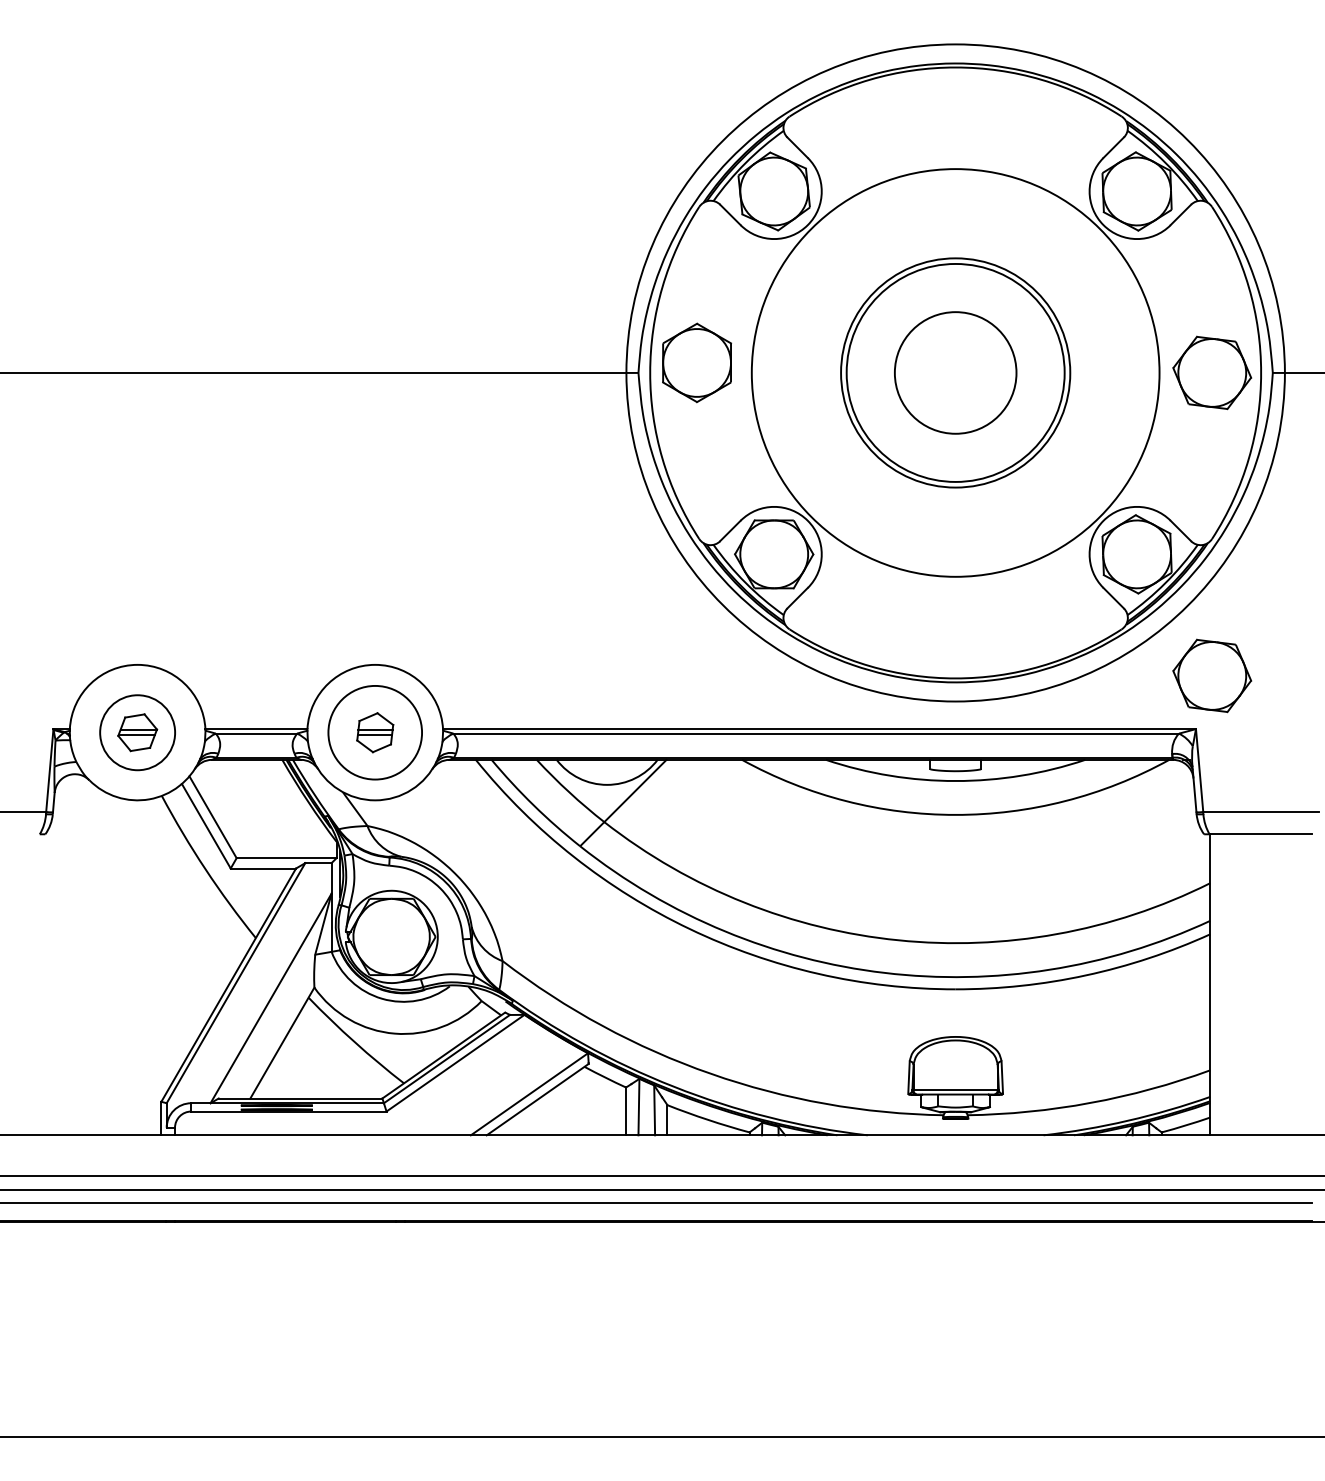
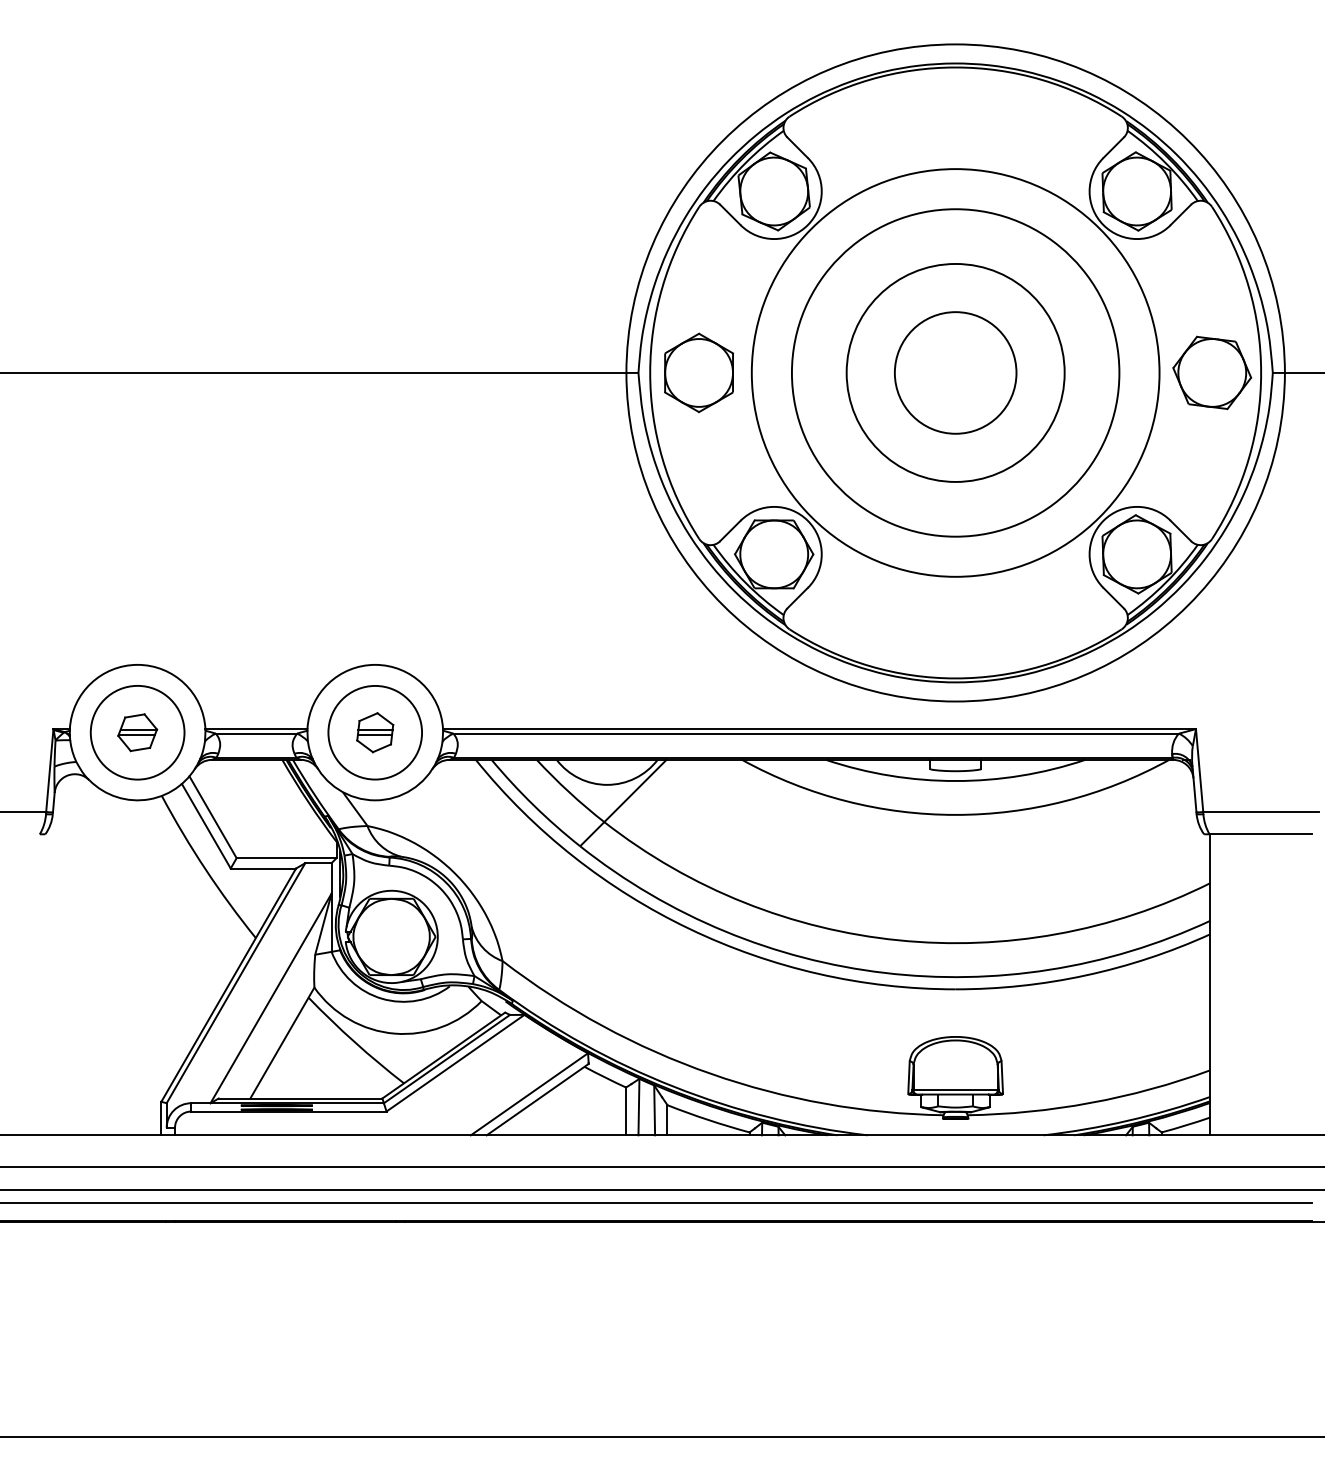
part at (696, 362) position: (696, 362) -> (698, 372)
circle at (955, 372) diameter: 229 px -> 327 px
part at (1212, 675): present -> none
circle at (137, 732) diameter: 75 px -> 94 px
line at (661, 1176) position: (661, 1176) -> (661, 1167)
